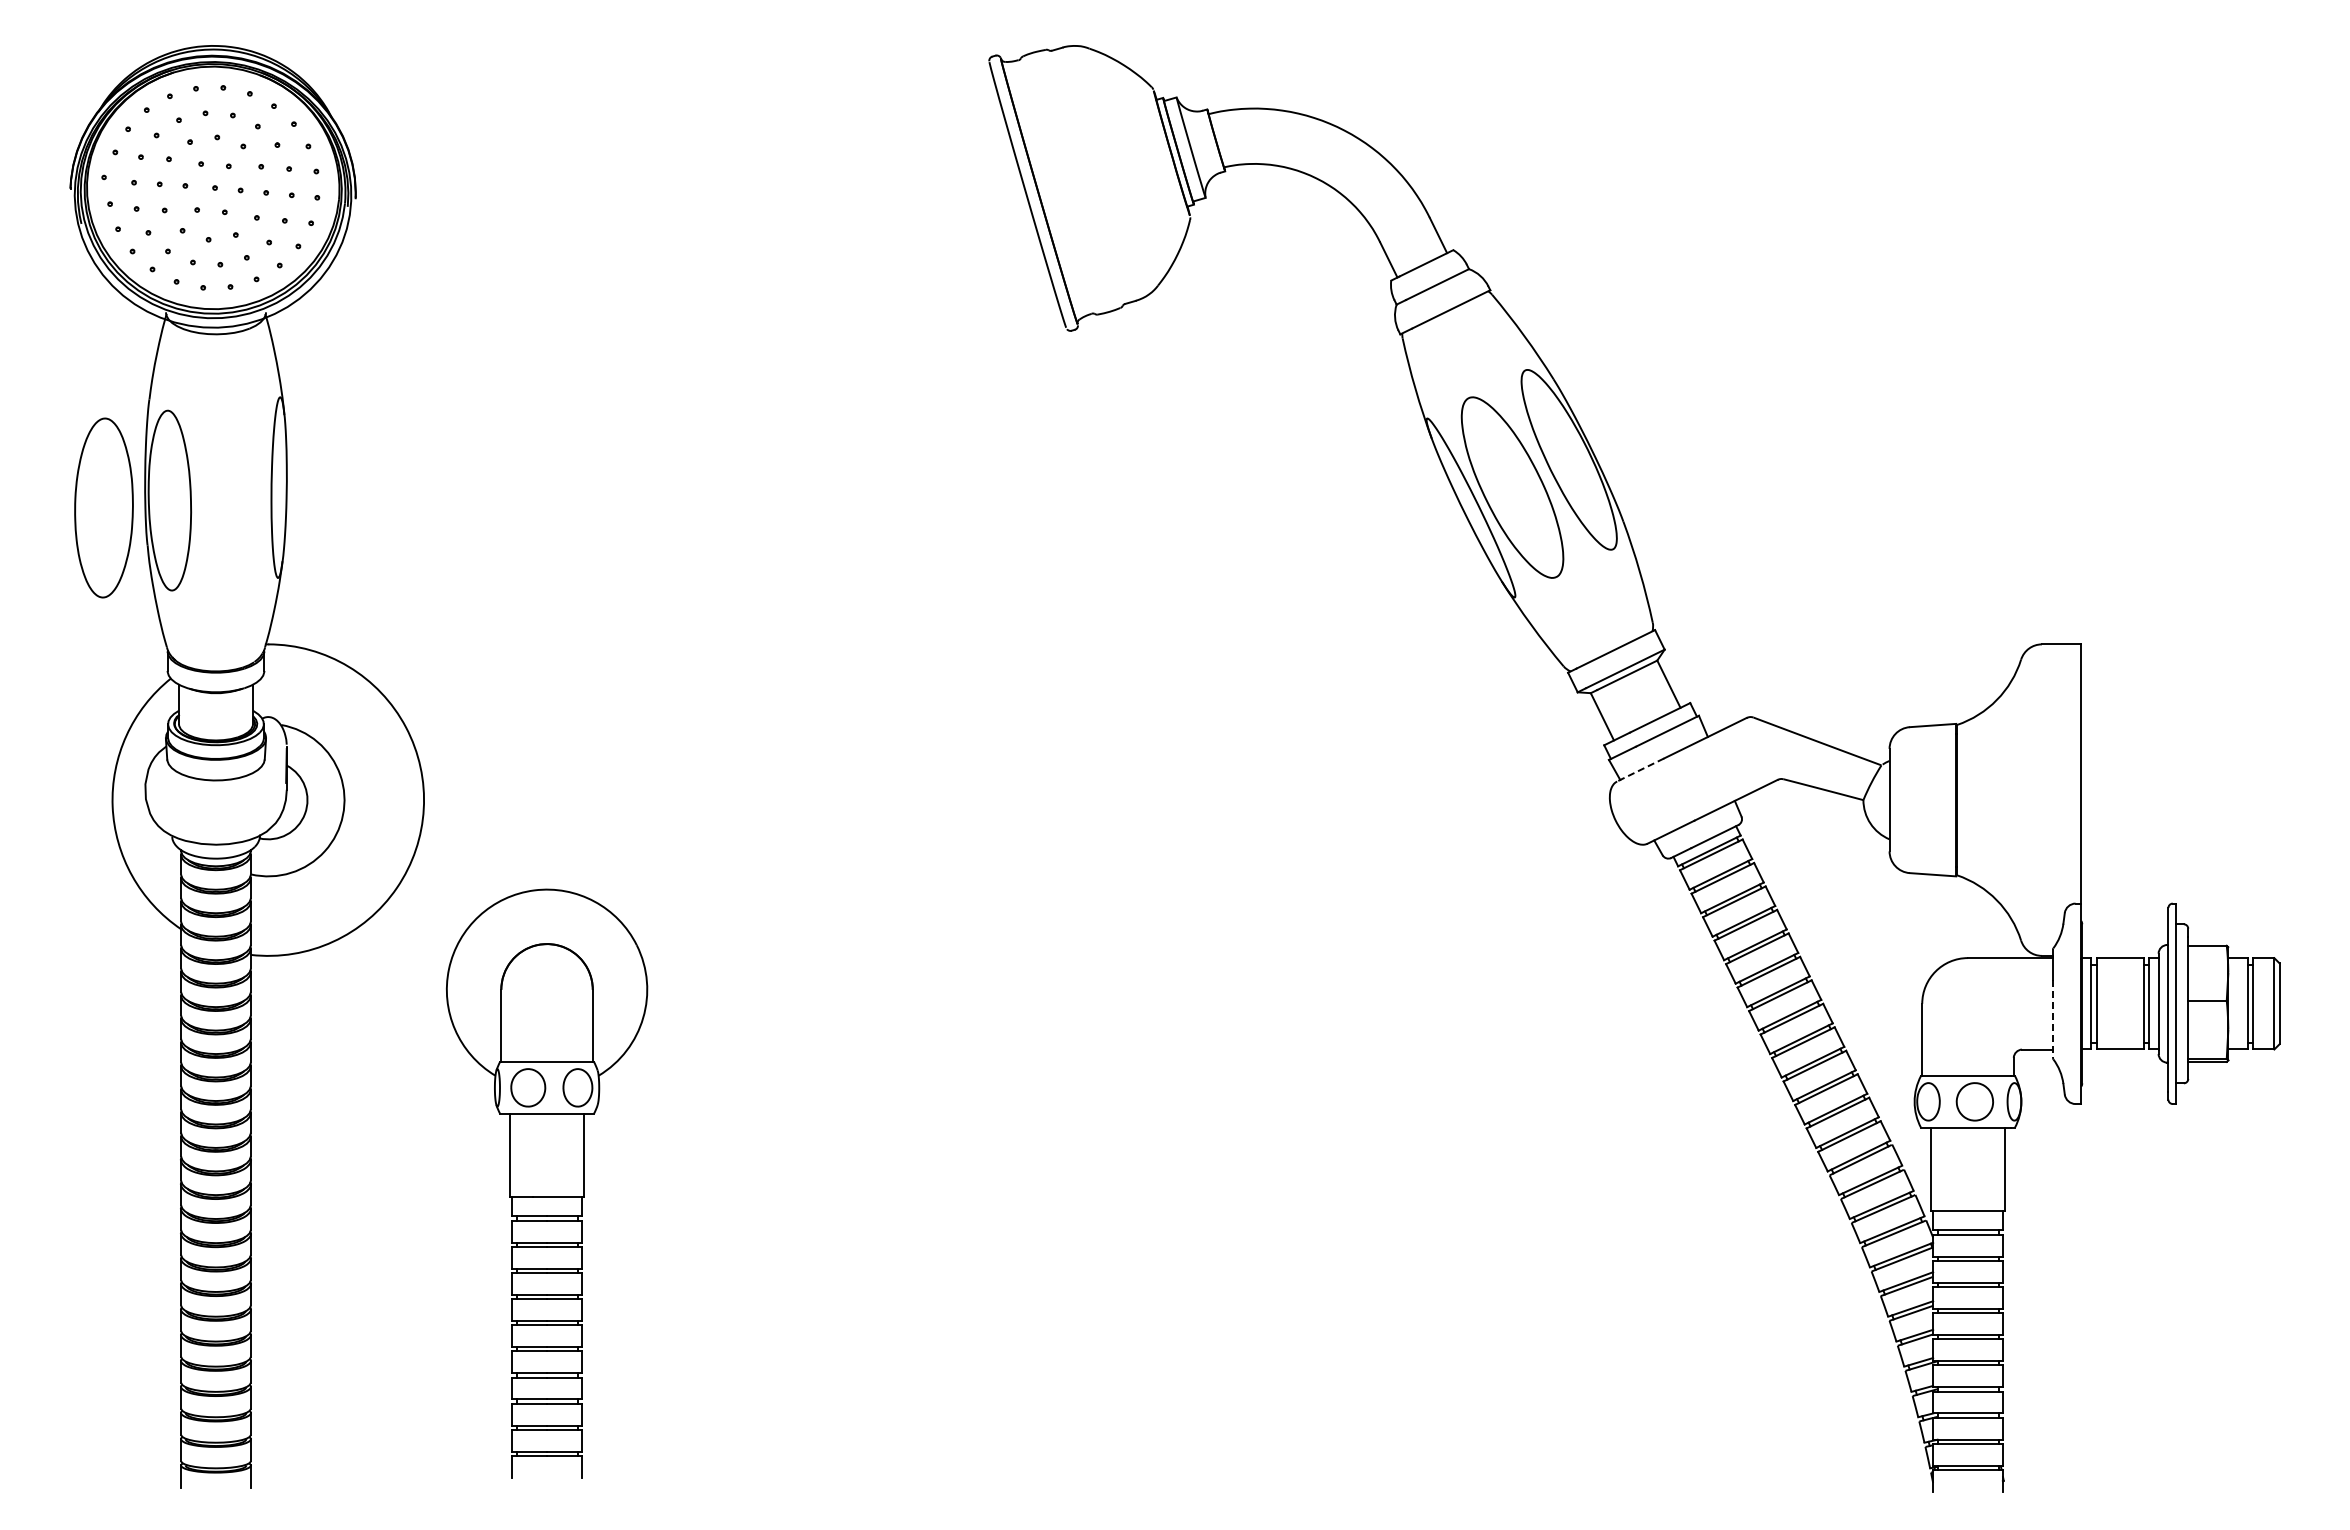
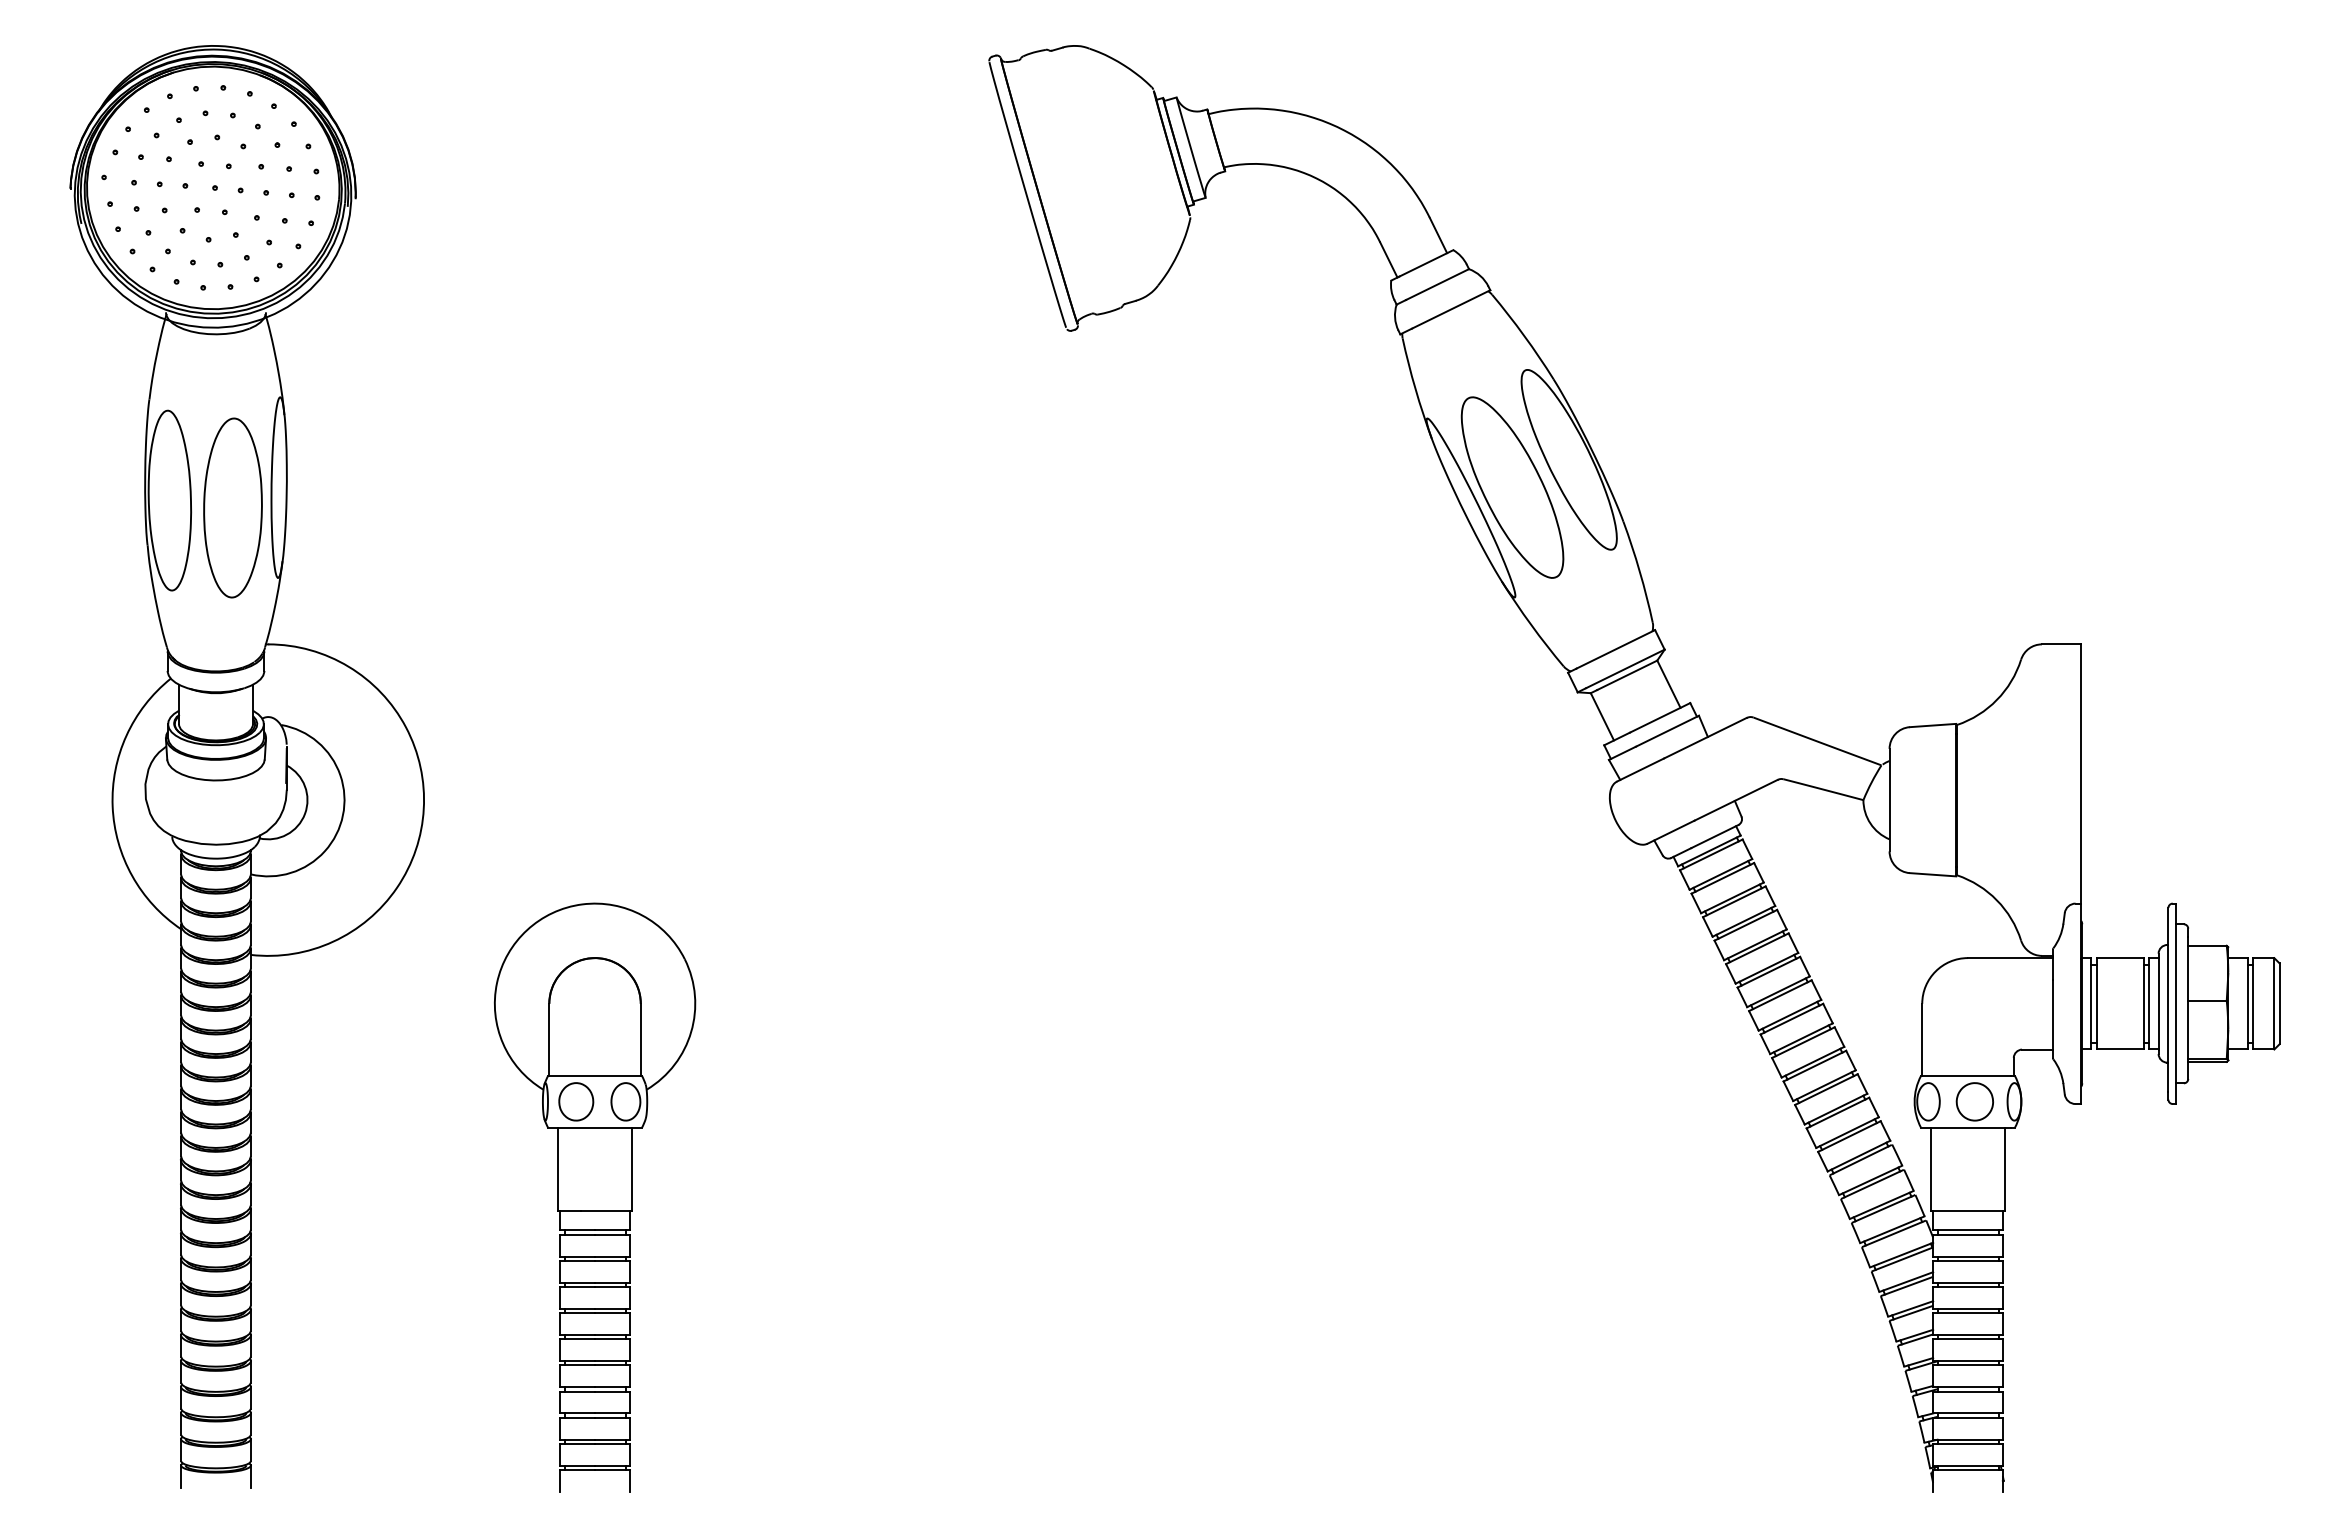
part at (103, 507) position: (103, 507) -> (232, 507)
line at (1640, 770): dashed -> solid
line at (2052, 1019): dashed -> solid
part at (547, 1183) position: (547, 1183) -> (595, 1197)
